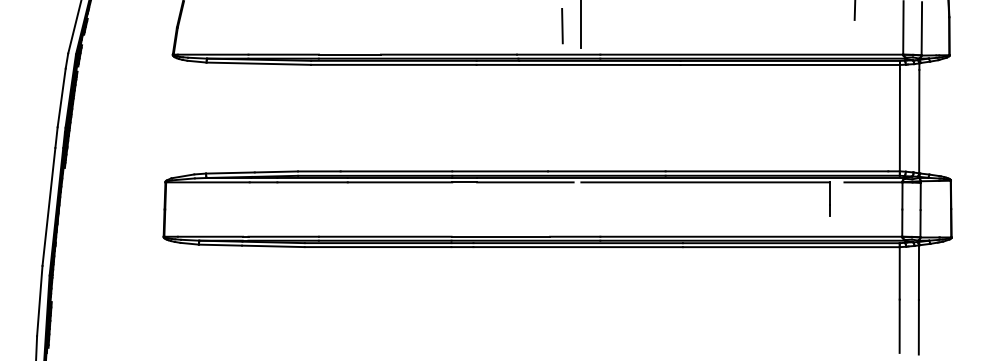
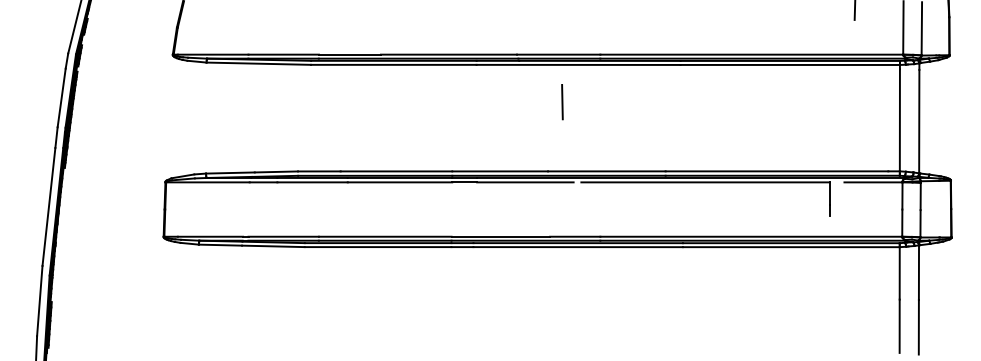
line at (581, 25): present -> none
line at (562, 26) position: (562, 26) -> (562, 102)
